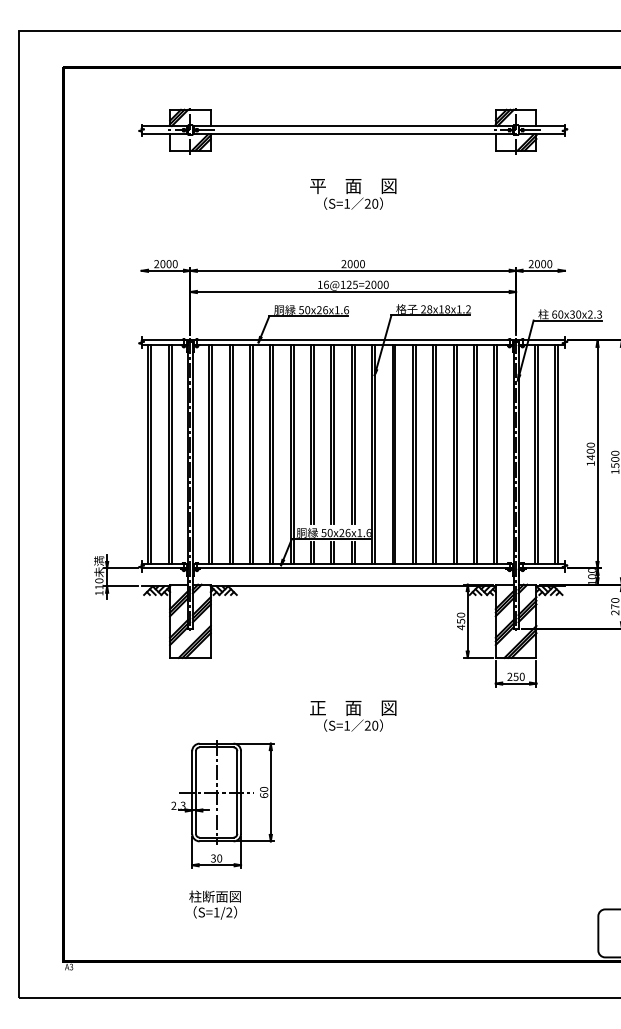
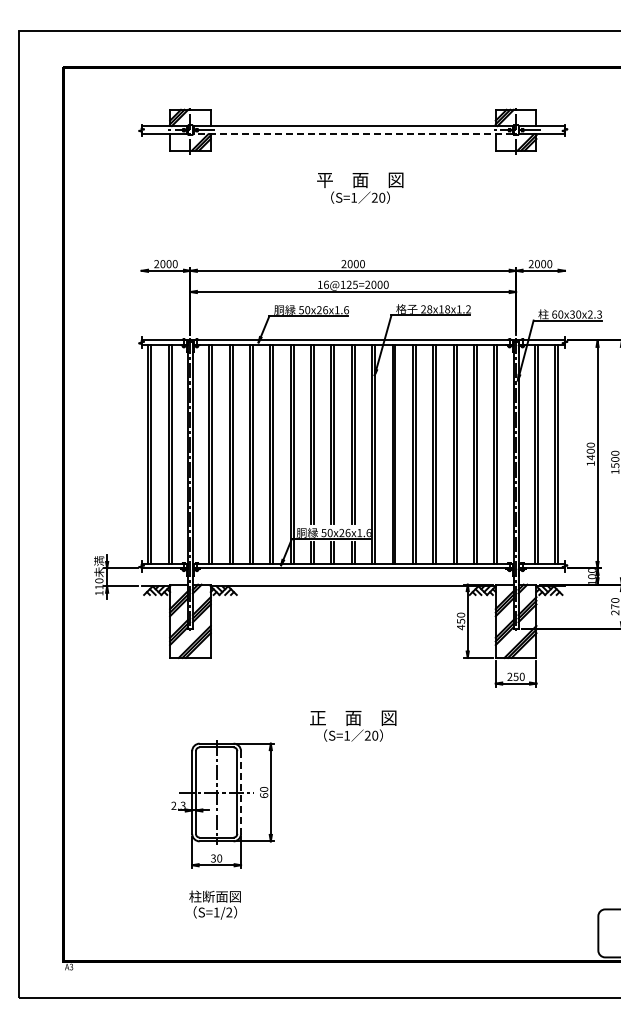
line at (353, 134): solid -> dashed
text at (353, 193) position: (353, 193) -> (360, 187)
text at (353, 715) position: (353, 715) -> (353, 725)
line at (241, 793): solid -> dashed
